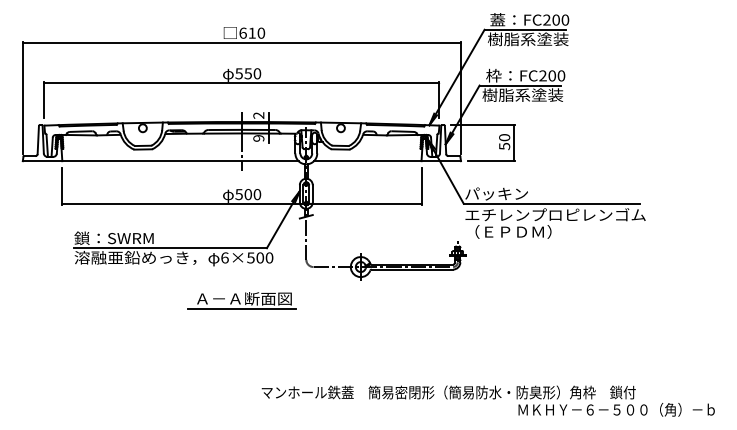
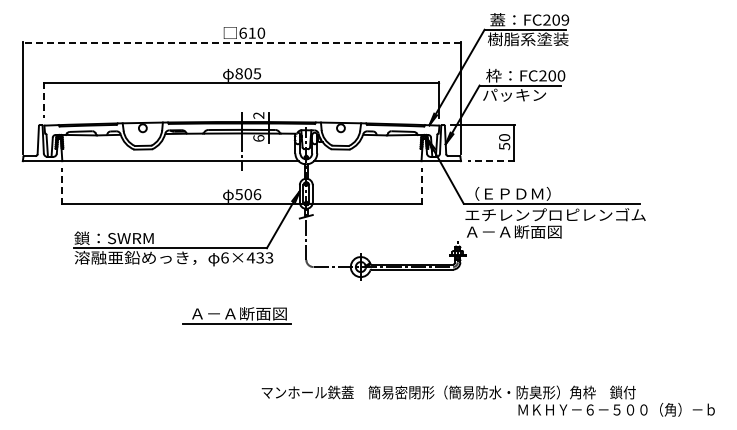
text at (565, 19): FC200 -> FC209
line at (241, 42): solid -> dashed
text at (248, 73): 550 -> 805
text at (522, 94): 樹脂系塗装 -> パッキン
line at (44, 100): solid -> dashed
text at (258, 138): 9 -> 6
line at (491, 161): solid -> dashed
line at (62, 186): solid -> dashed
line at (421, 186): solid -> dashed
text at (507, 193): パッキン -> （ＥＰＤＭ）
text at (257, 194): 500 -> 506
text at (513, 231): （ＥＰＤＭ） -> Ａ－Ａ断面図
text at (259, 257): 6×500 -> 6×433
part at (241, 300) position: (241, 300) -> (236, 315)
